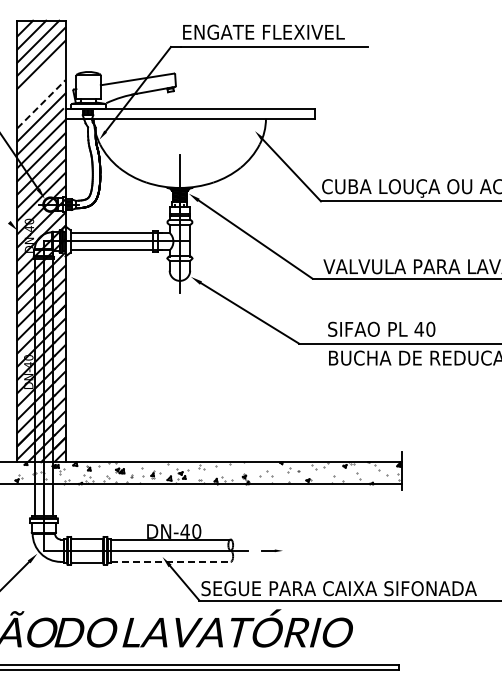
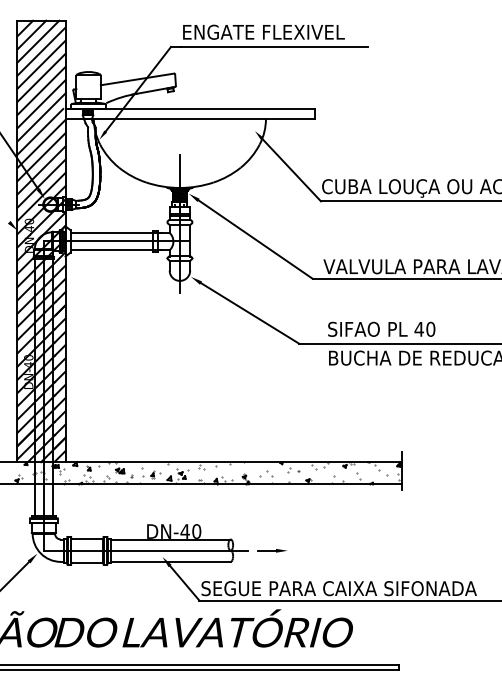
line at (41, 77): none -> present
line at (41, 90): none -> present
line at (41, 103): dashed -> solid
part at (271, 550) size: 22x3 px -> 30x4 px
line at (170, 561): dashed -> solid
